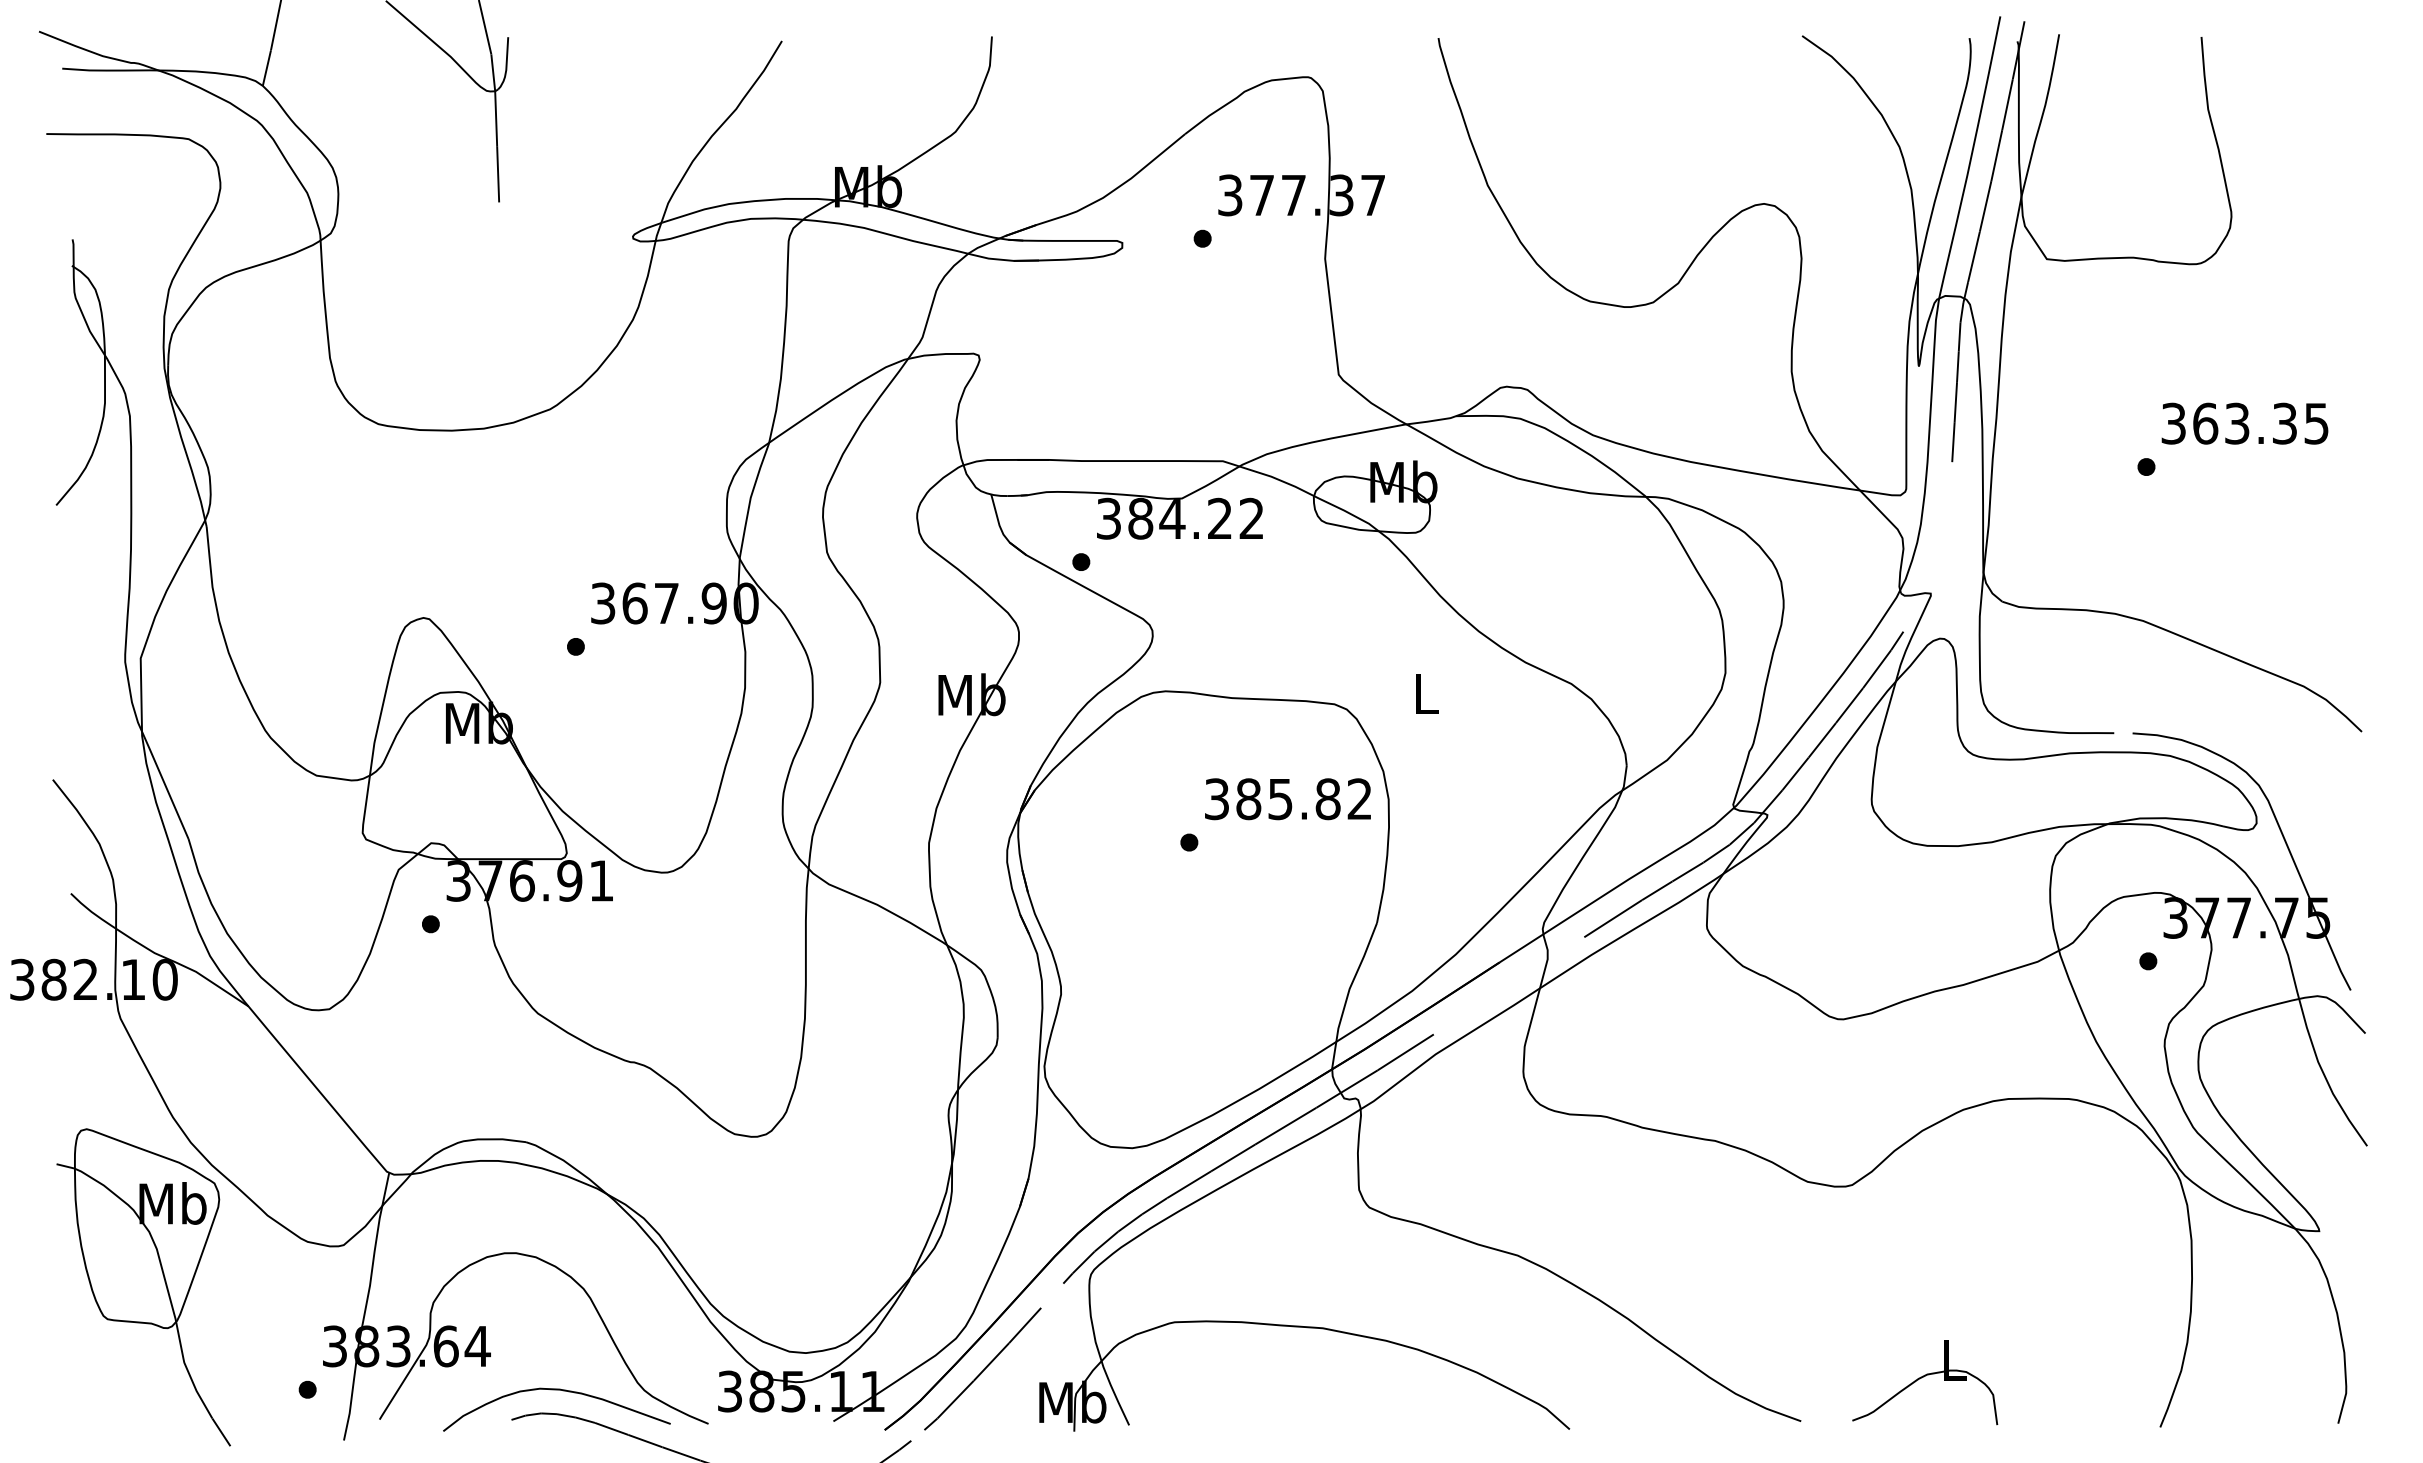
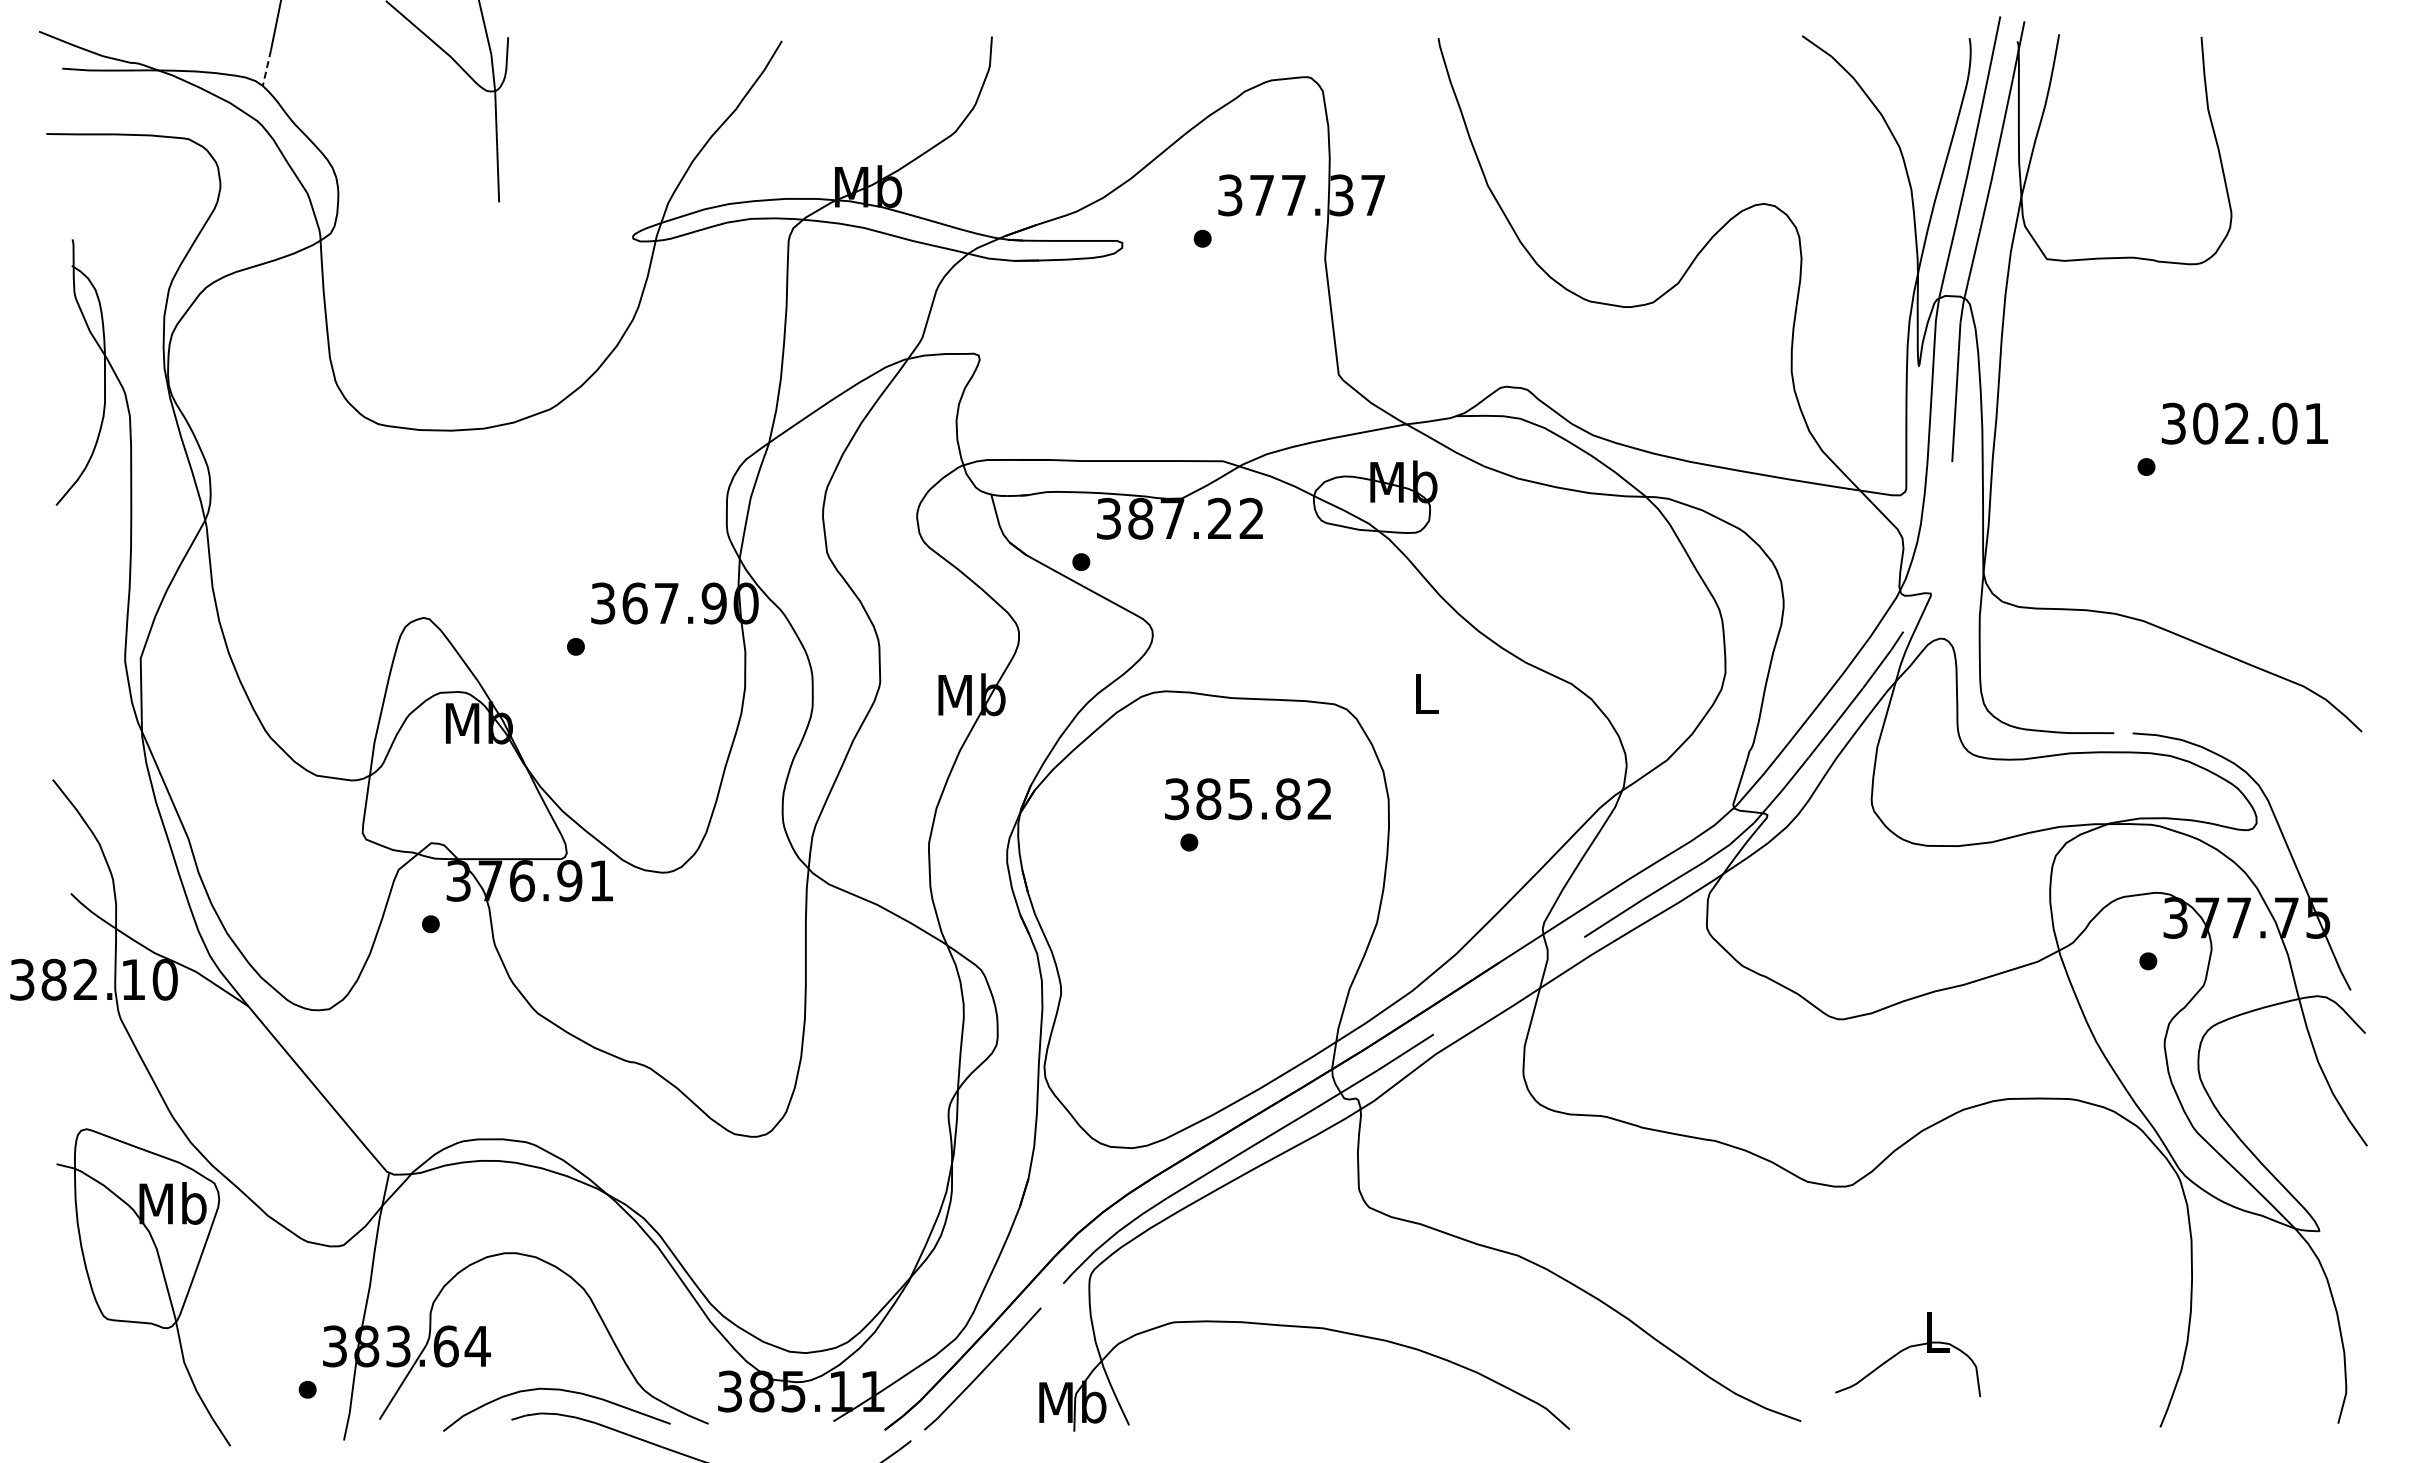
line at (266, 68): solid -> dashed
text at (2260, 423): 363.35 -> 302.01
text at (1172, 518): 384.22 -> 387.22
text at (1287, 799) position: (1287, 799) -> (1247, 799)
part at (1925, 1382) position: (1925, 1382) -> (1908, 1354)
